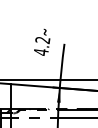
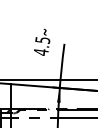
text at (42, 40): 4.2 -> 4.5
